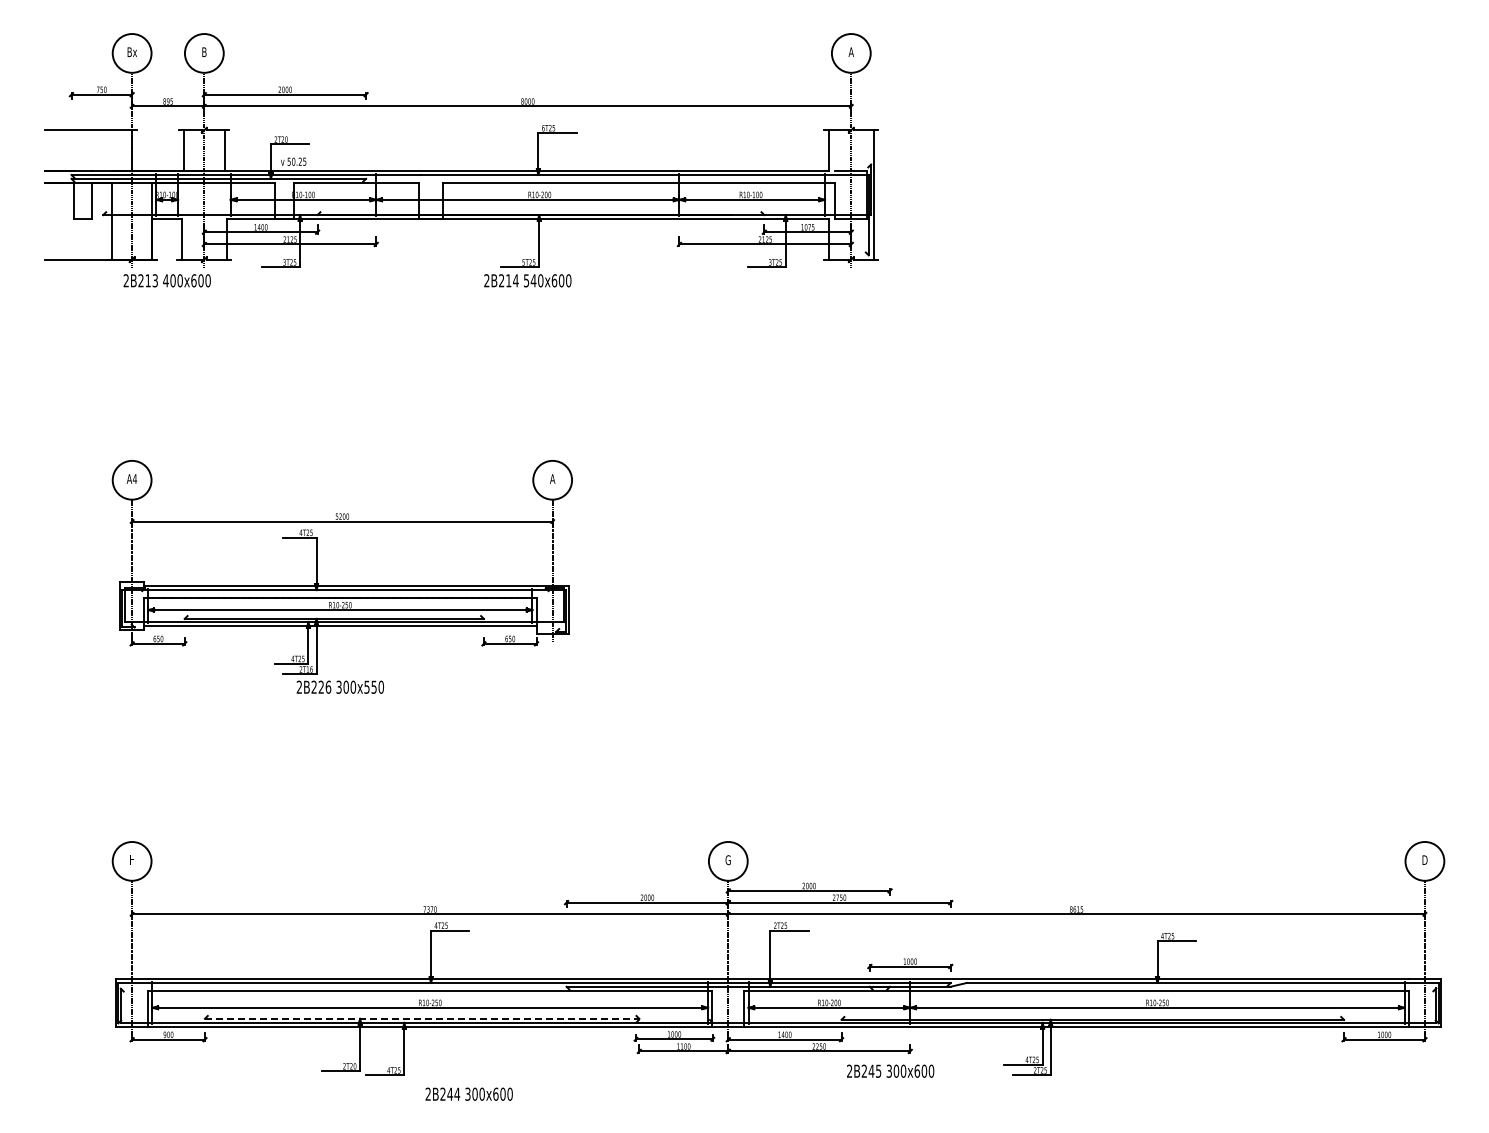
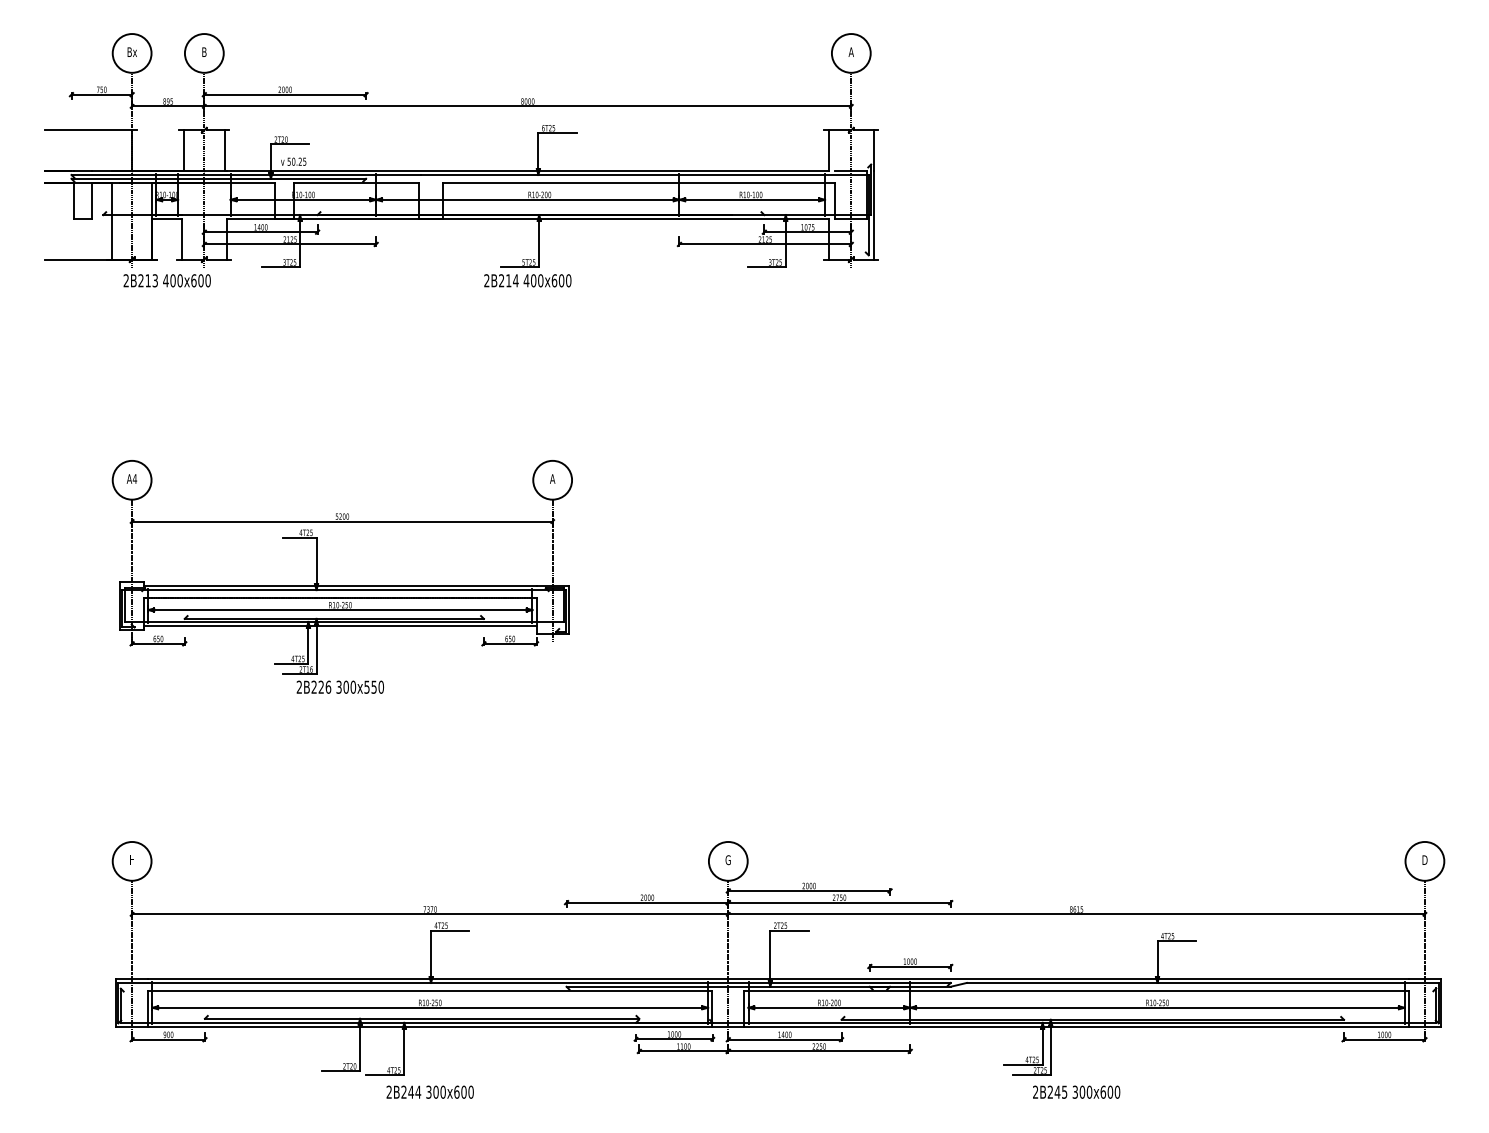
text at (529, 280): 540x600 -> 400x600
line at (422, 1018): dashed -> solid
text at (890, 1070) position: (890, 1070) -> (1076, 1091)
text at (468, 1093) position: (468, 1093) -> (429, 1091)
